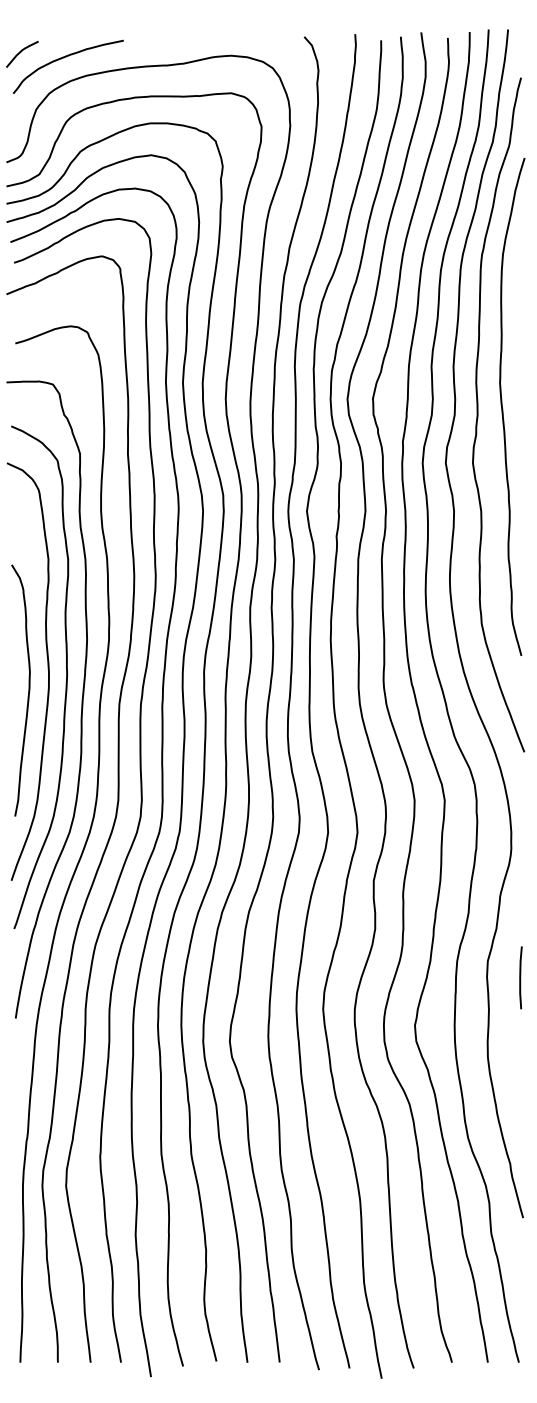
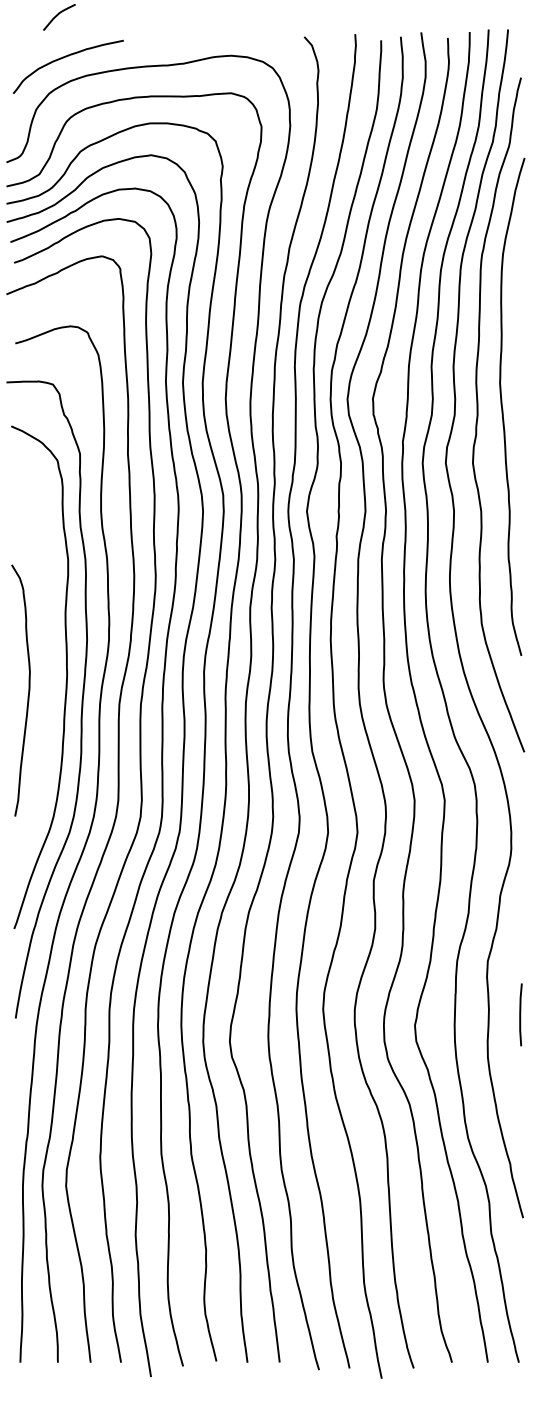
curve at (21, 52) position: (21, 52) -> (58, 15)
curve at (47, 669): present -> none
line at (520, 977) position: (520, 977) -> (520, 1014)
